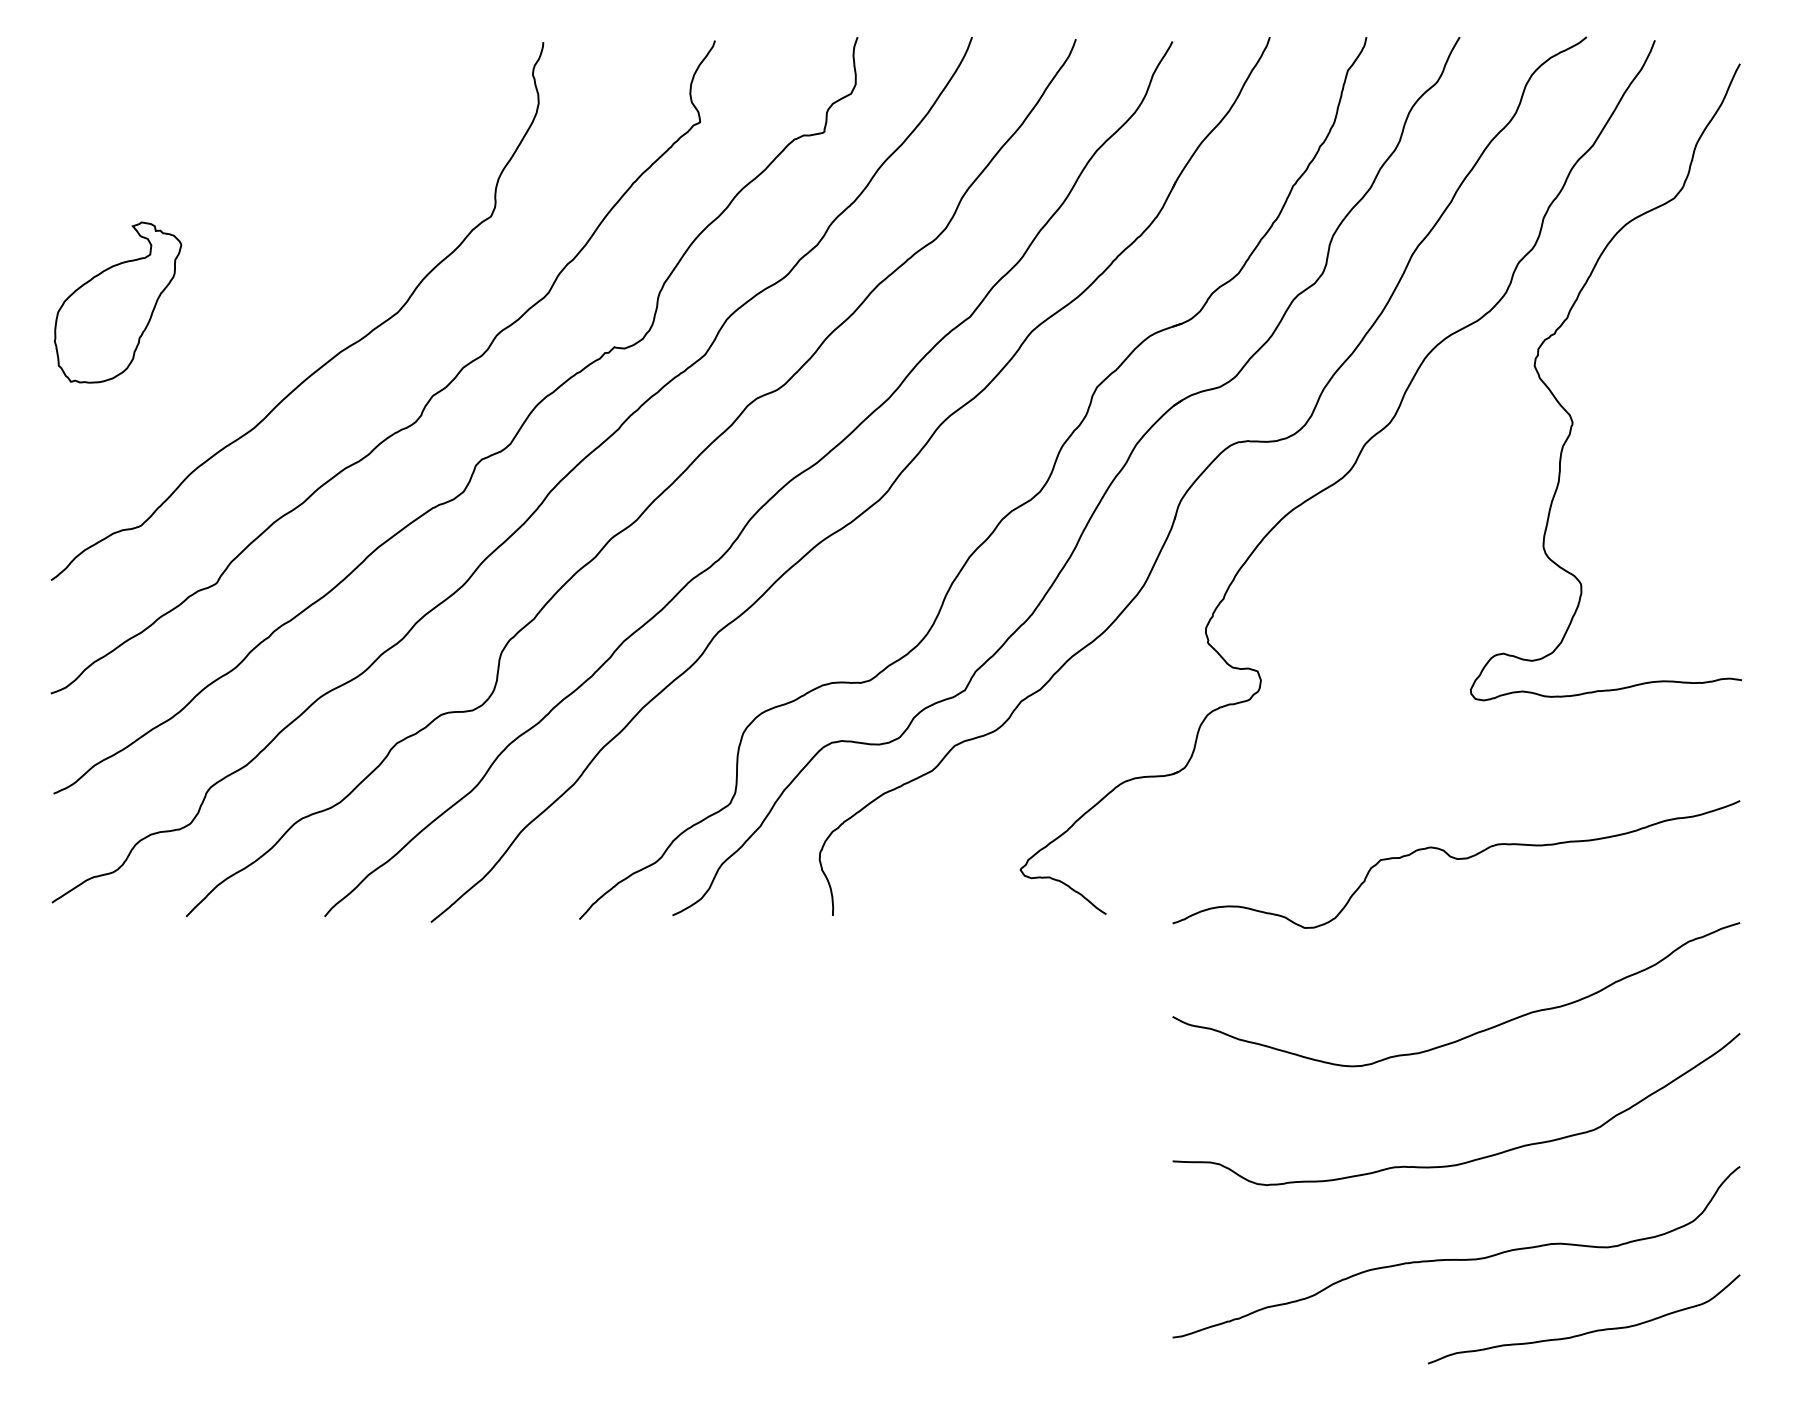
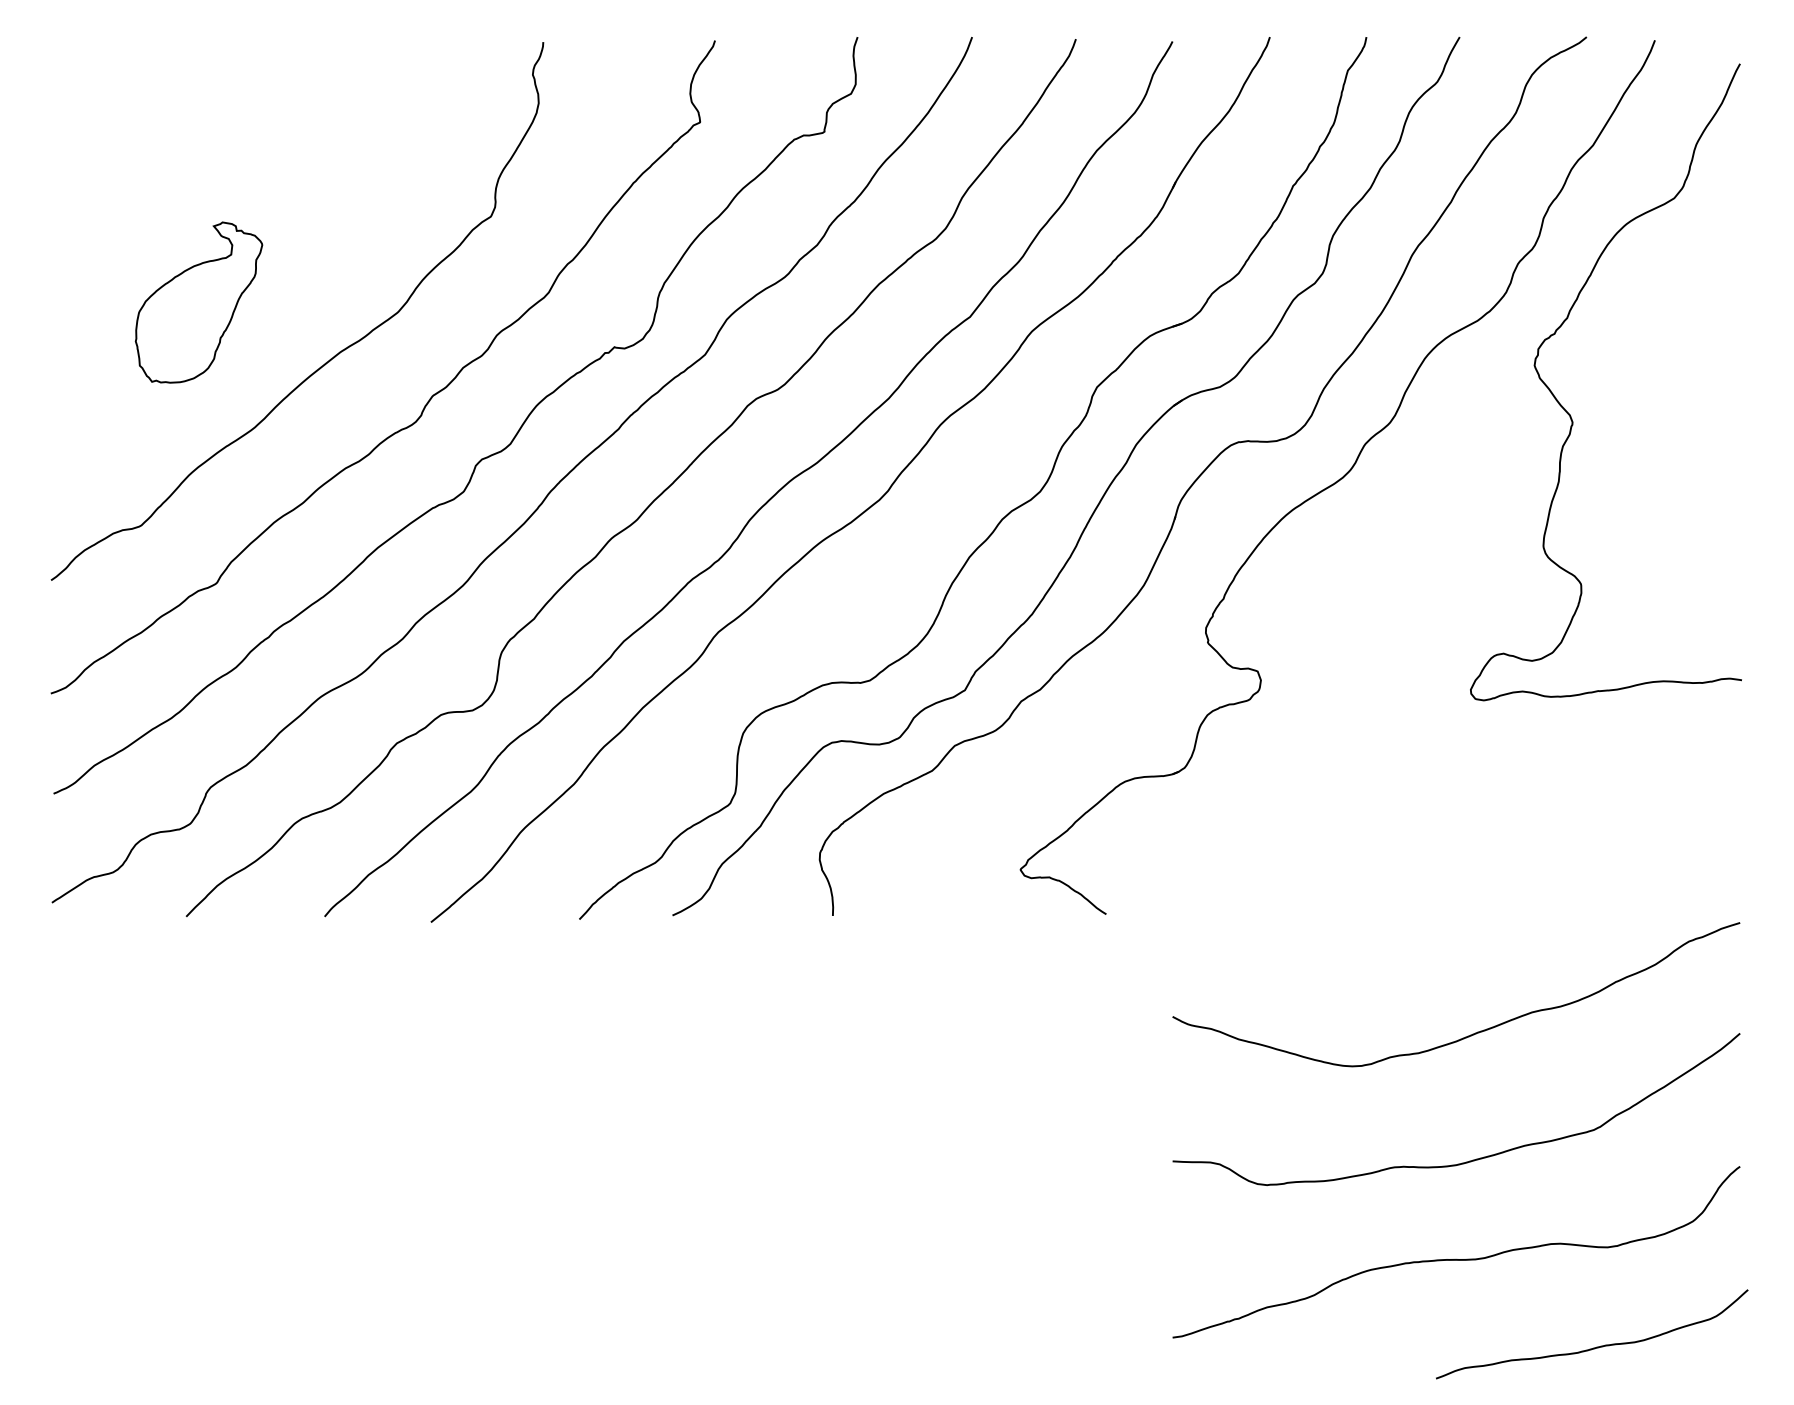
part at (117, 302) position: (117, 302) -> (198, 302)
curve at (1456, 859): present -> none
curve at (1588, 1331) position: (1588, 1331) -> (1596, 1346)
